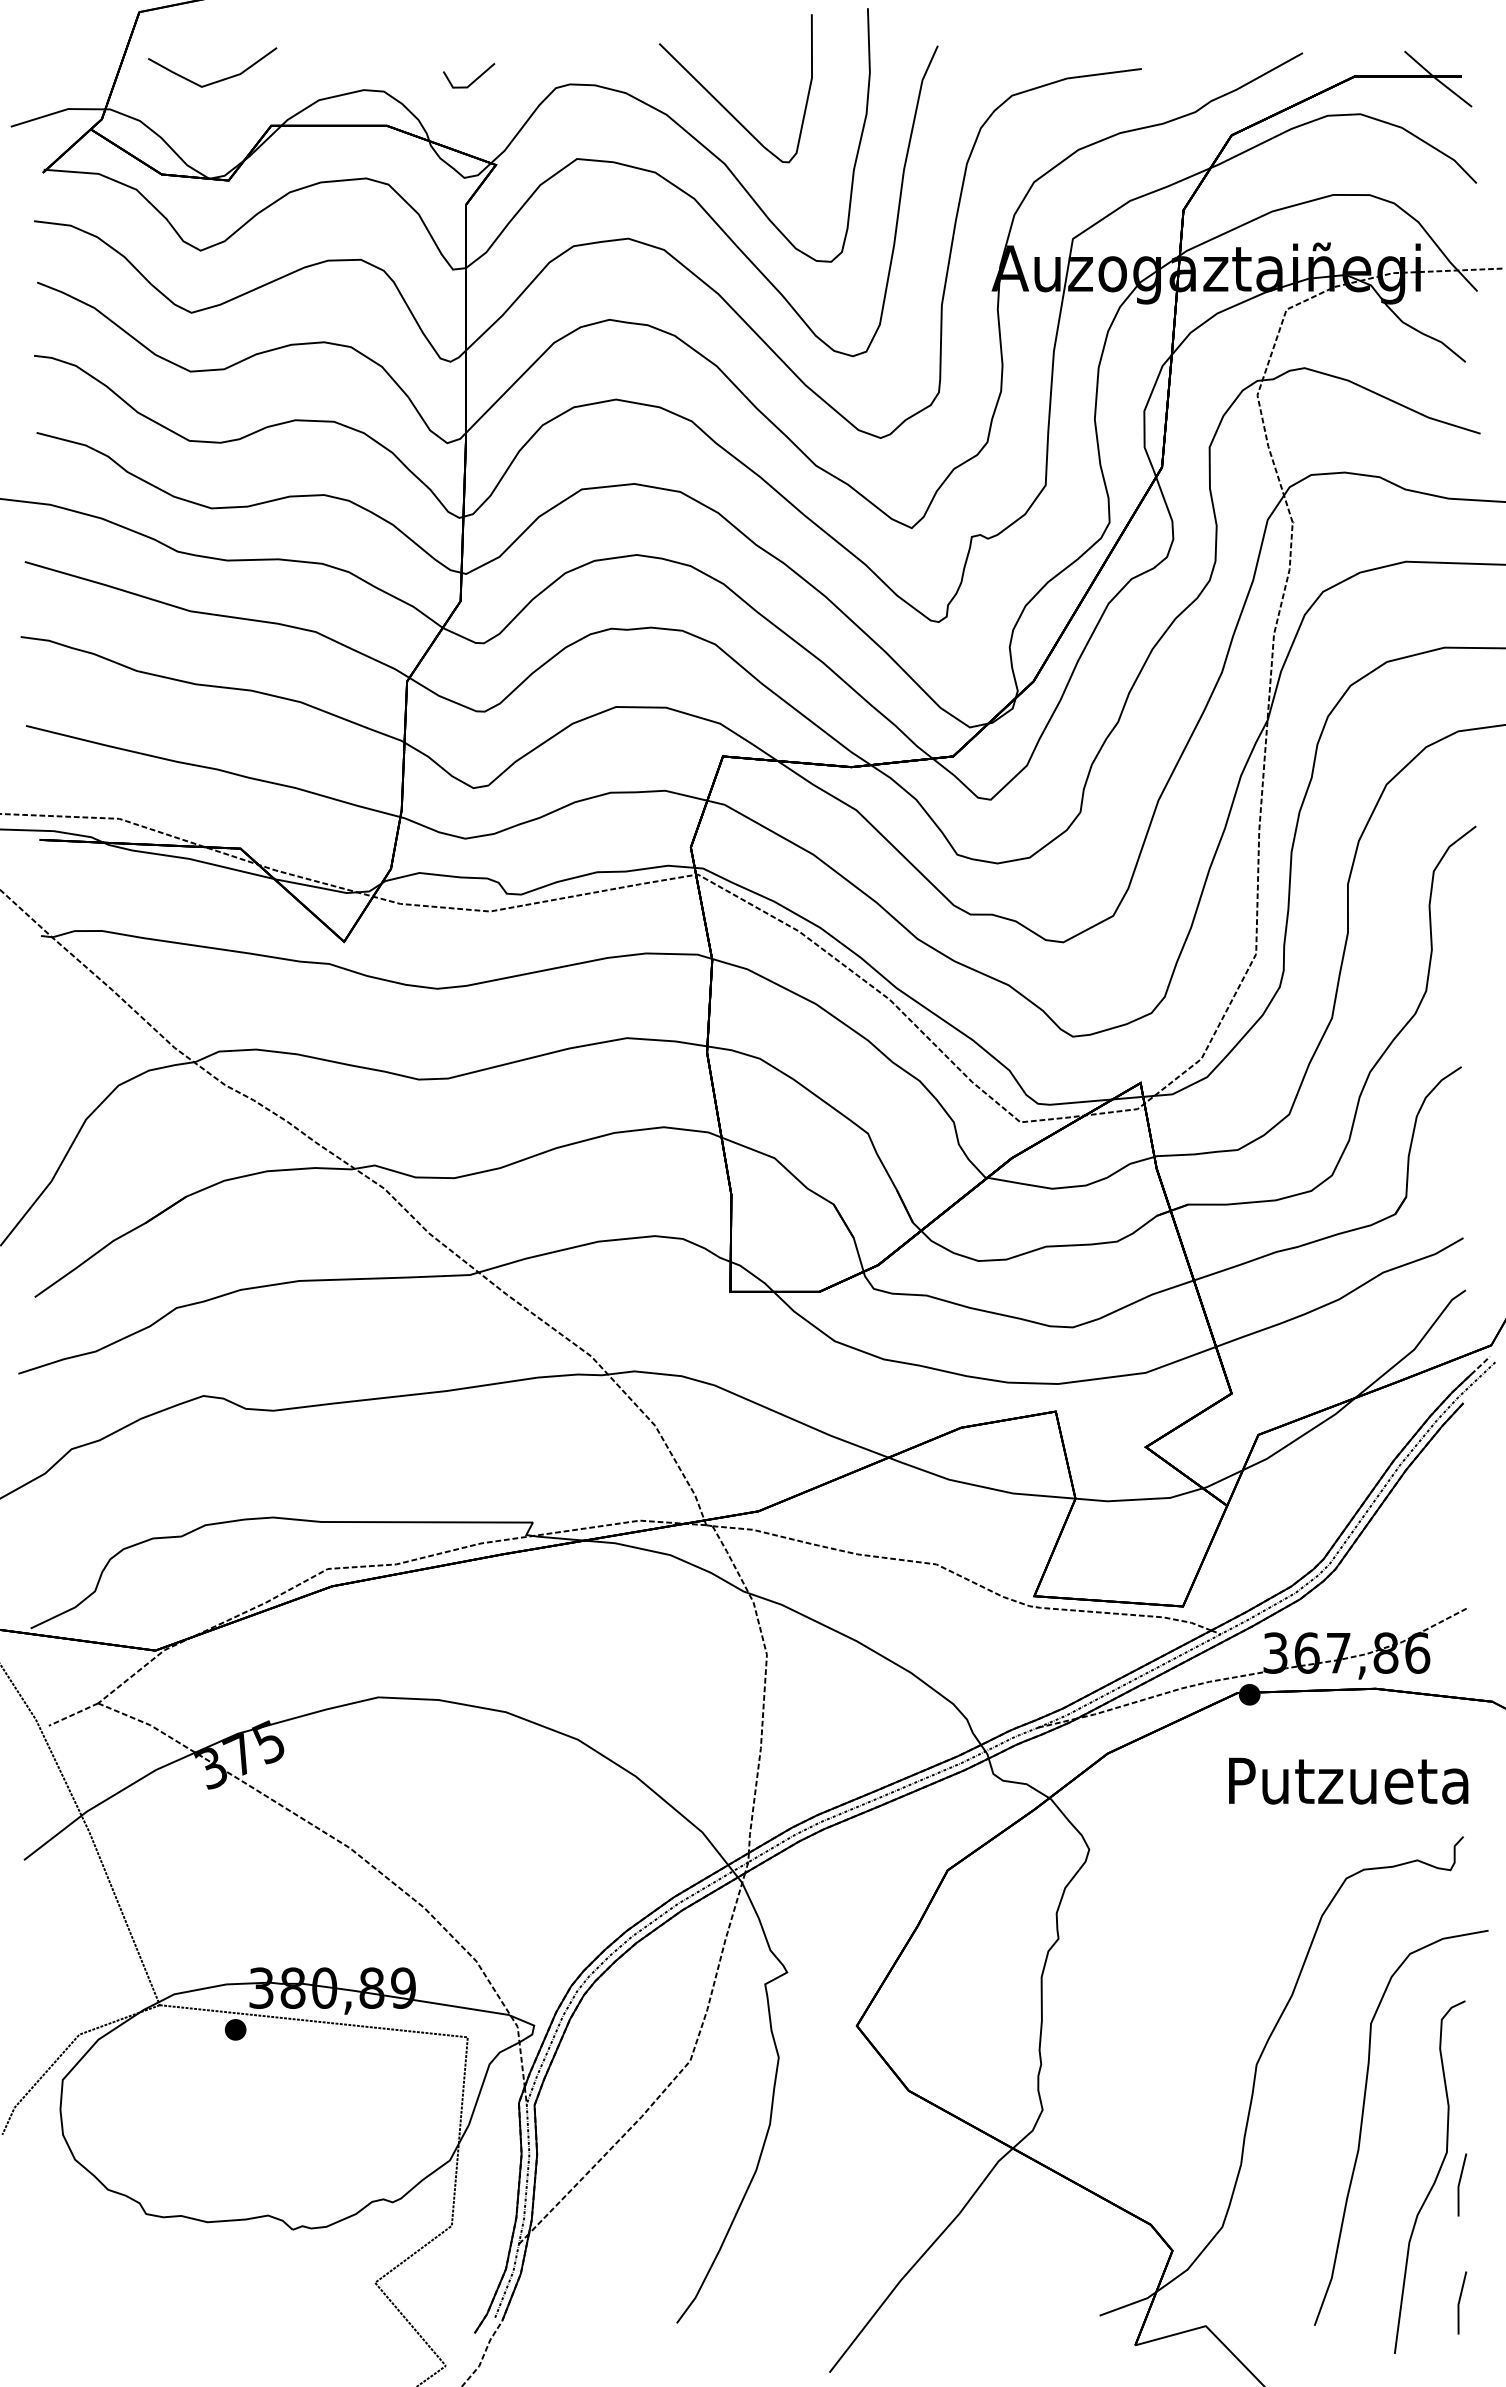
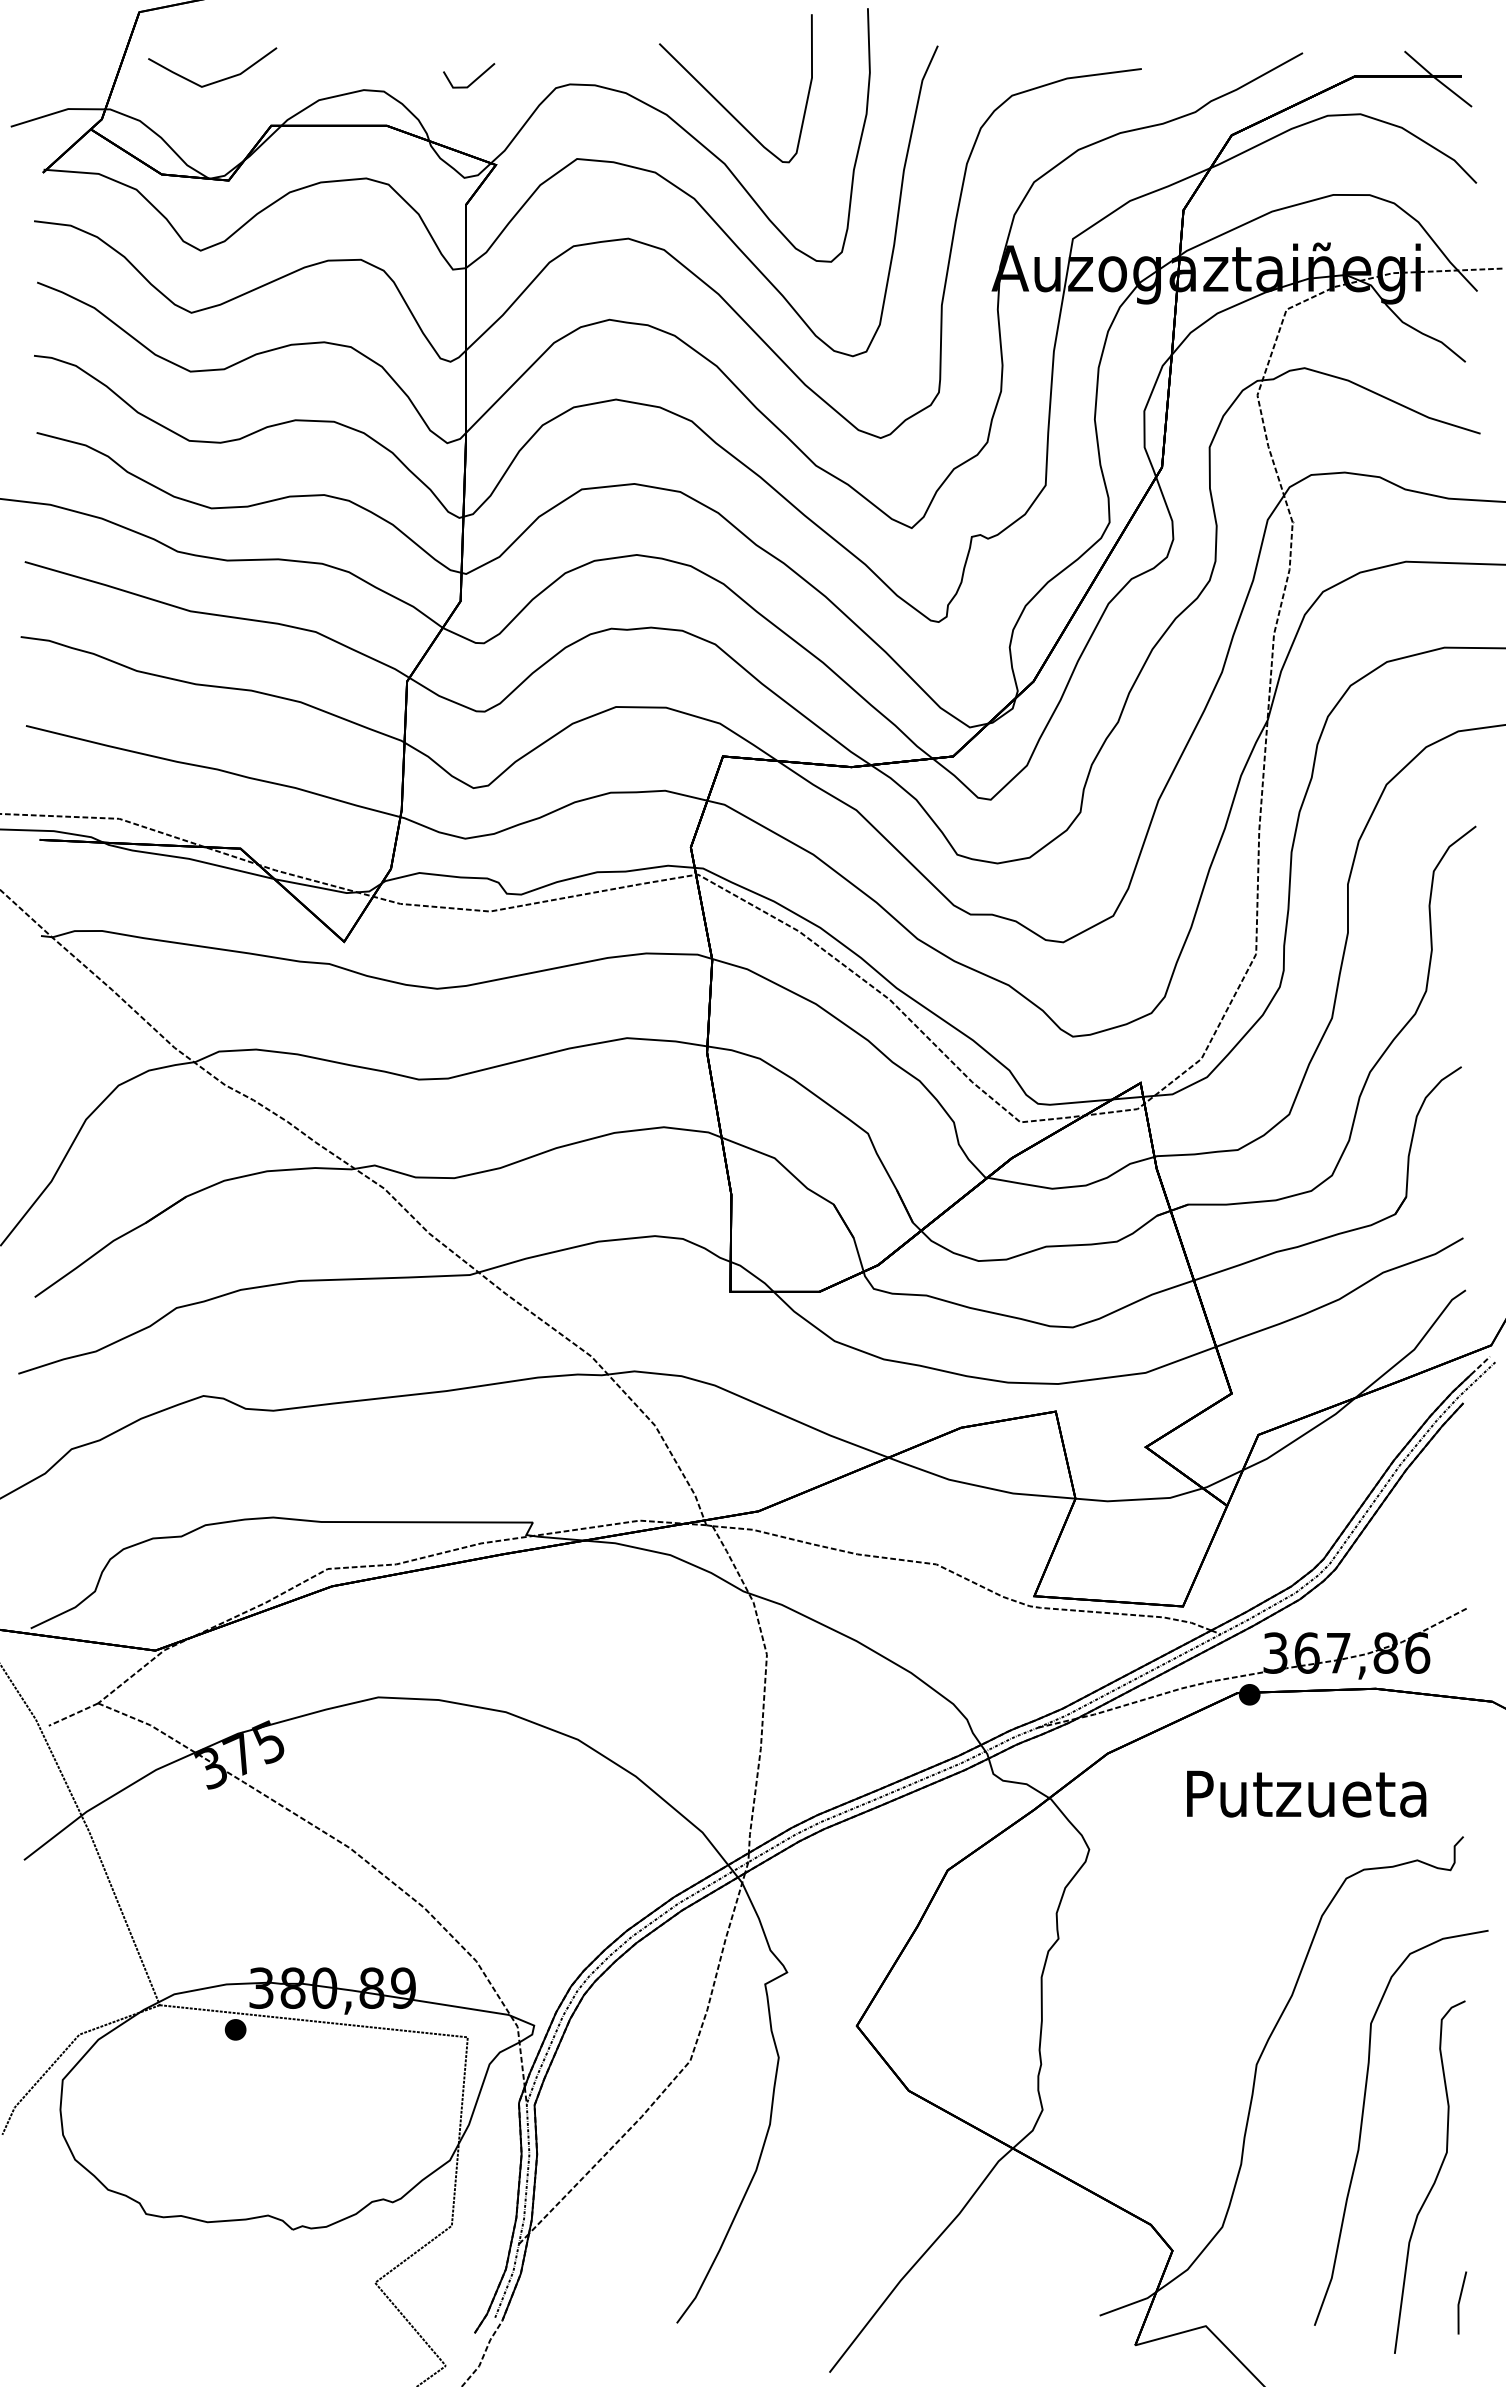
text at (1348, 1780) position: (1348, 1780) -> (1306, 1793)
line at (1460, 2183): present -> none
